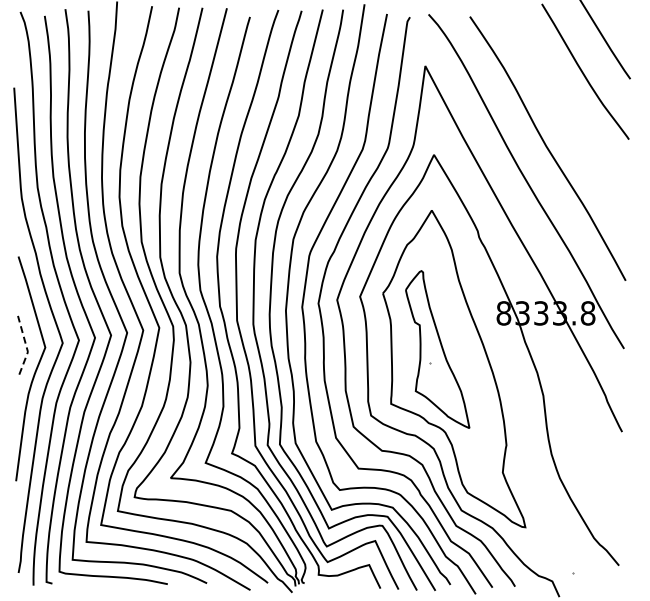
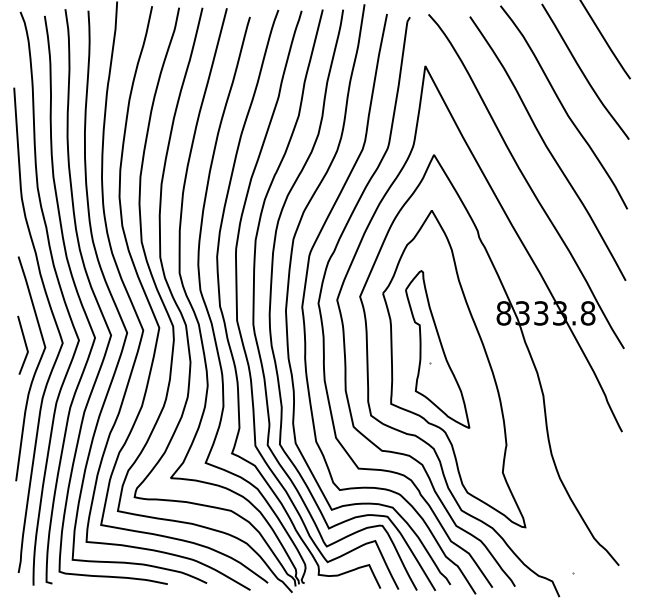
curve at (564, 107): none -> present
line at (26, 346): dashed -> solid
